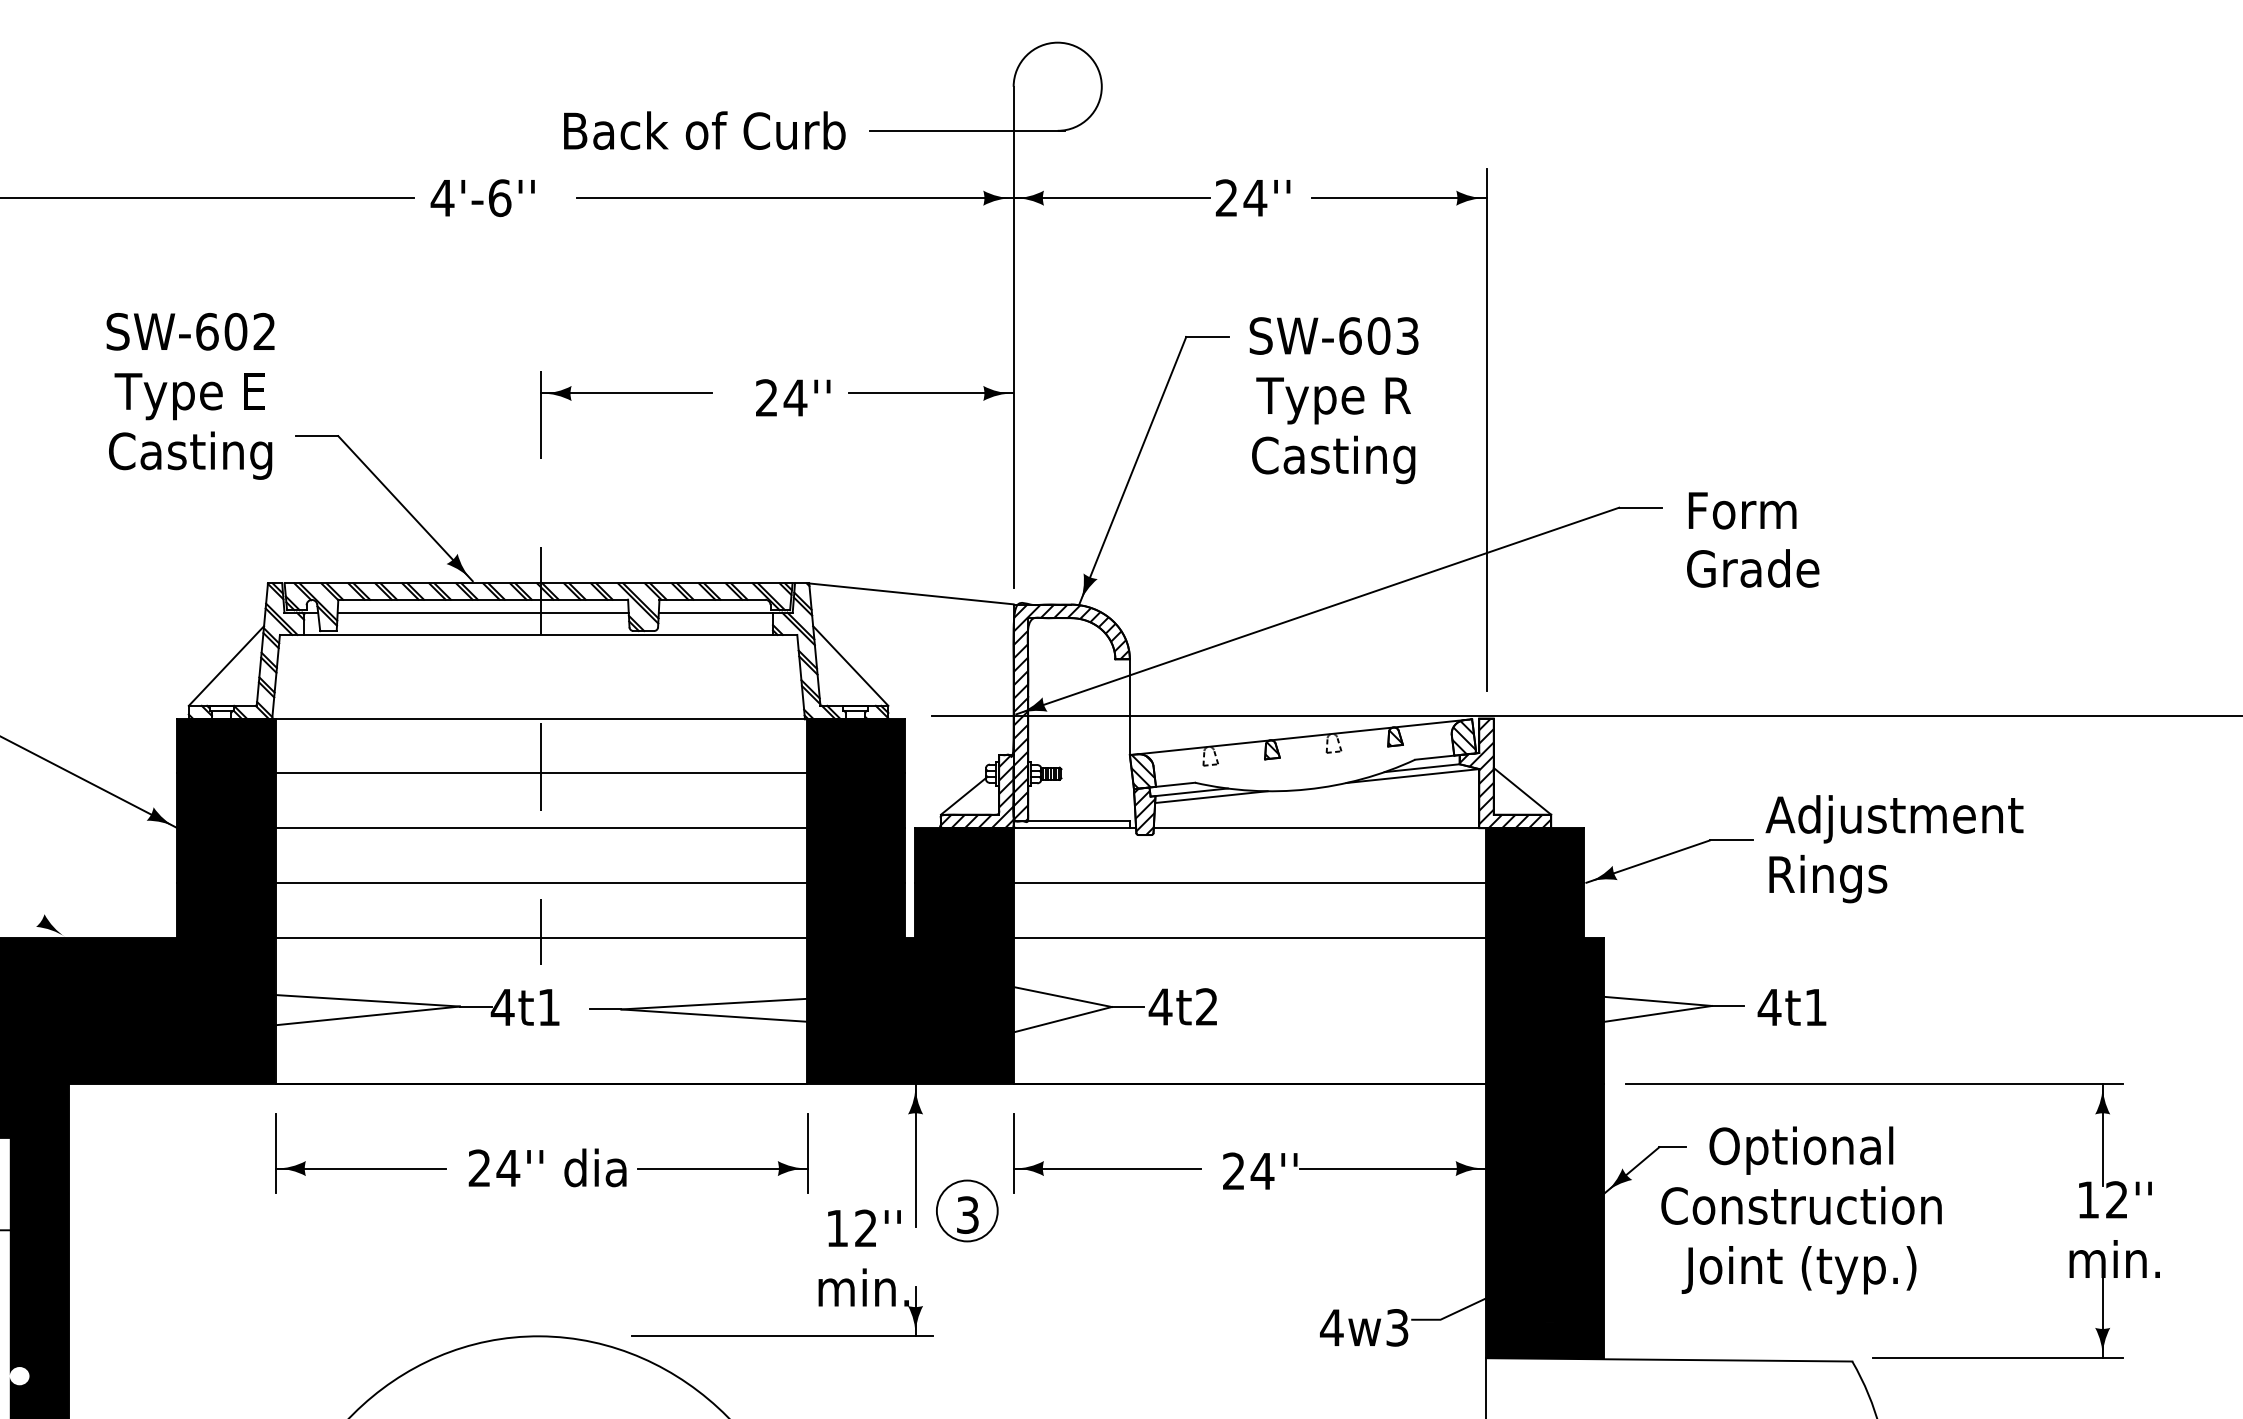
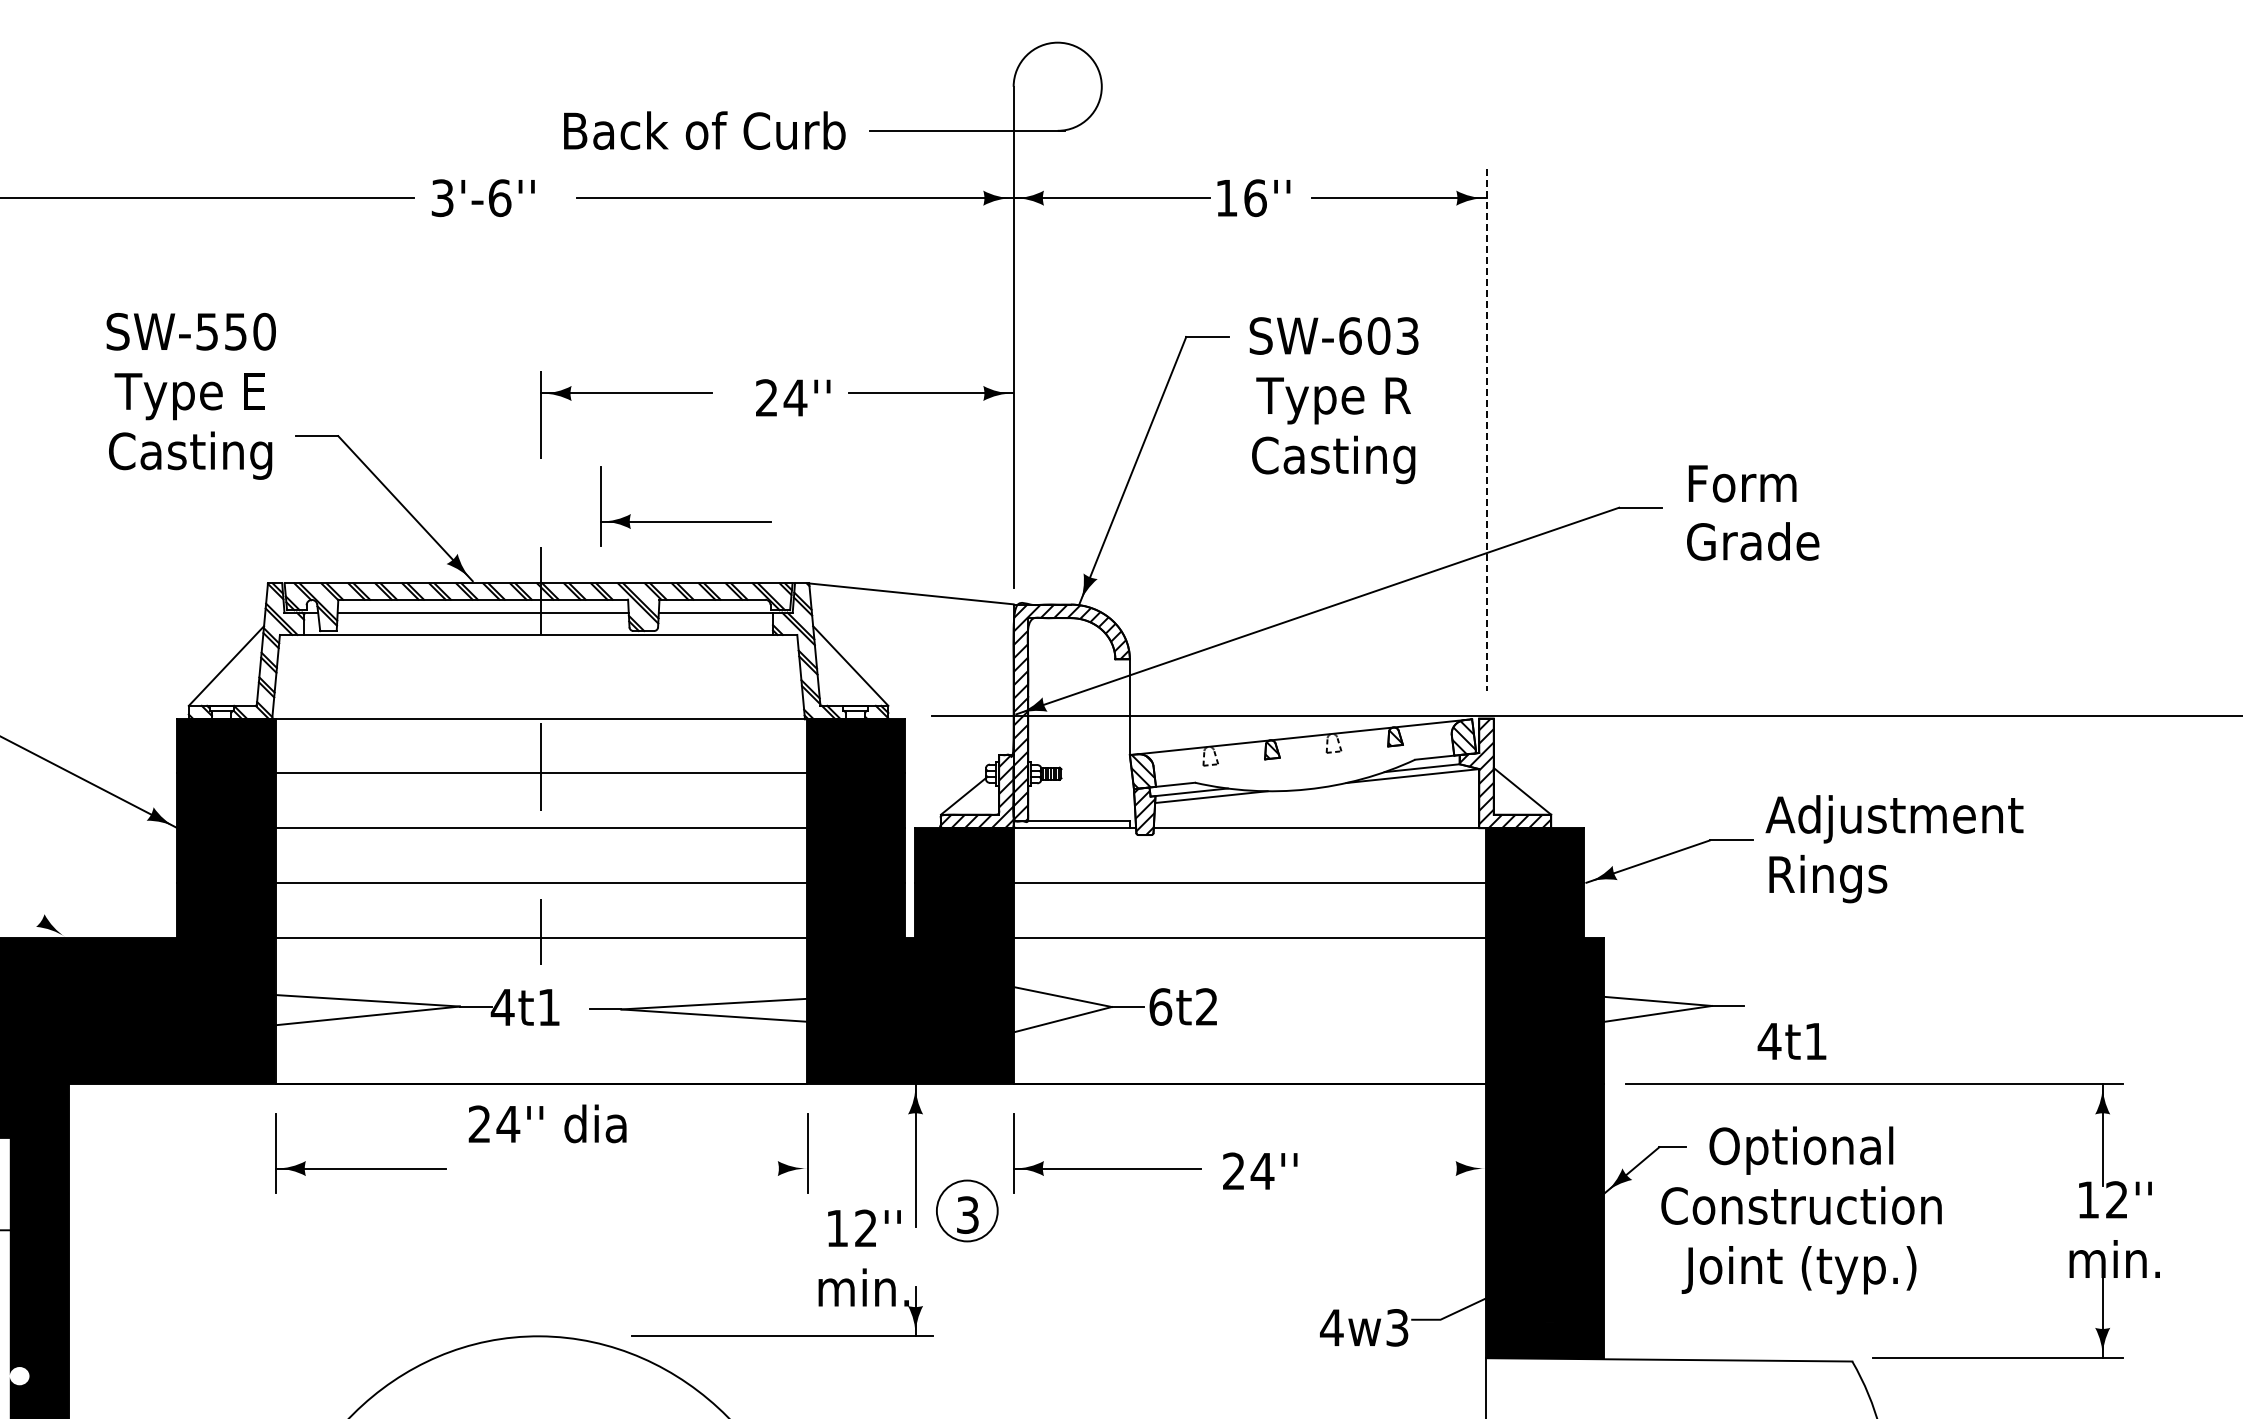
text at (442, 198): 4'-6'' -> 3'-6''
text at (1241, 198): 24'' -> 16''
text at (235, 331): SW-602 -> SW-550
line at (1486, 429): solid -> dashed
part at (685, 521): none -> present
text at (1753, 539) position: (1753, 539) -> (1753, 512)
text at (1160, 1006): 4t2 -> 6t2
text at (1791, 1007) position: (1791, 1007) -> (1791, 1041)
text at (547, 1167) position: (547, 1167) -> (547, 1123)
line at (723, 1168): present -> none
line at (1393, 1168): present -> none
